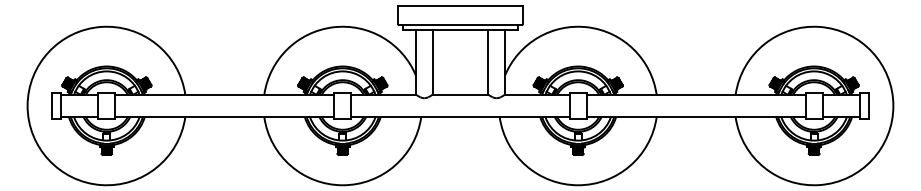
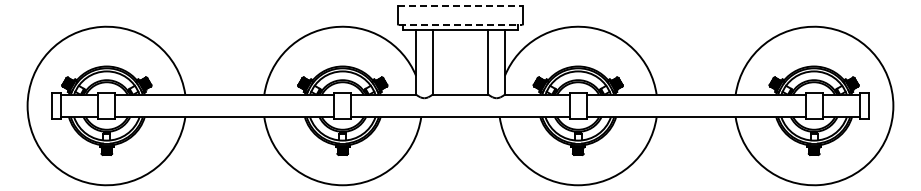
line at (460, 5): solid -> dashed
line at (460, 24): solid -> dashed
